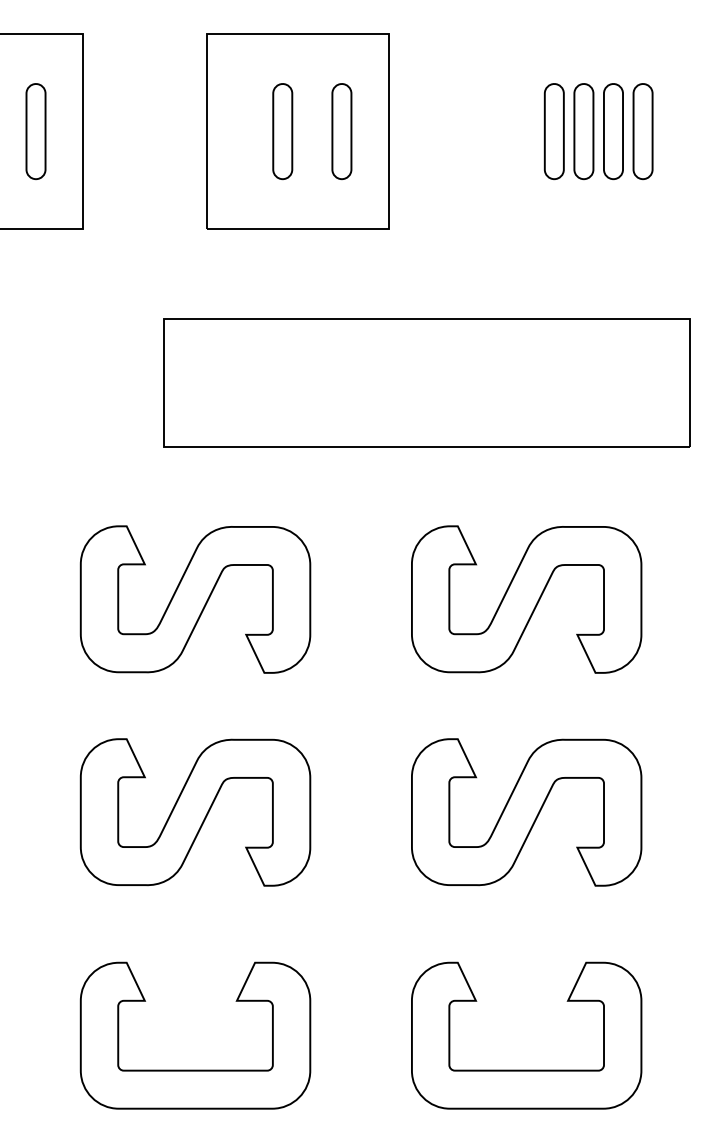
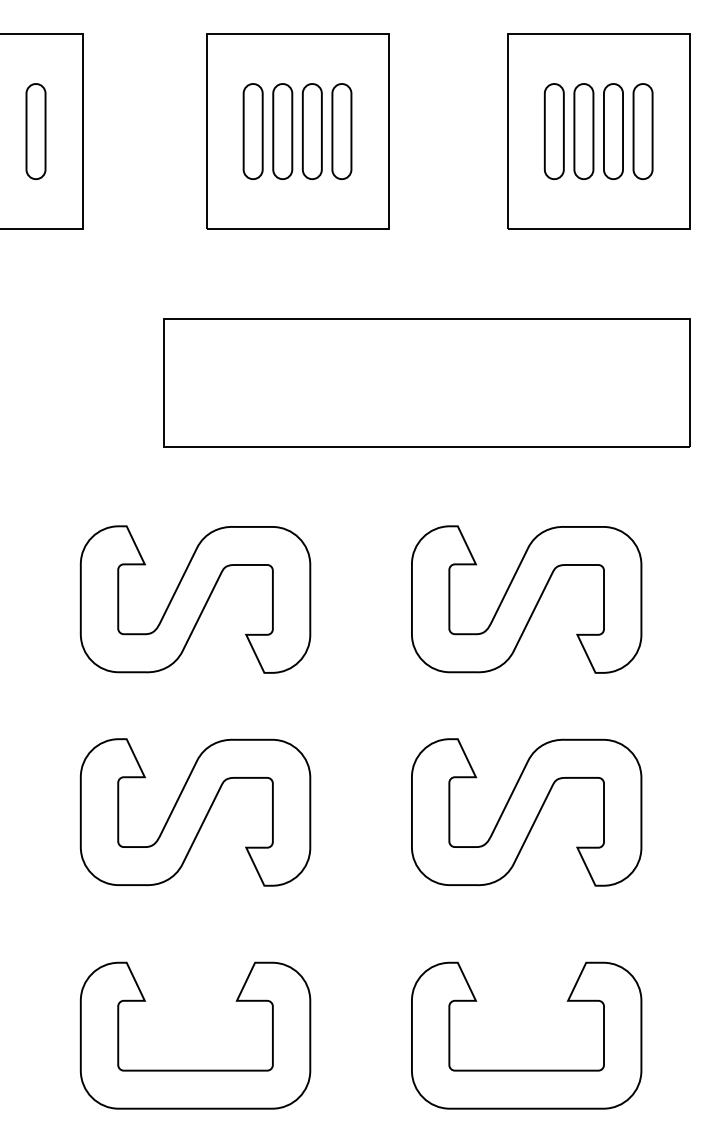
part at (252, 131): none -> present
part at (311, 131): none -> present
part at (598, 131): none -> present
